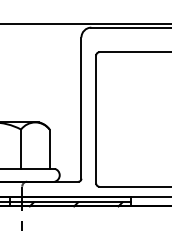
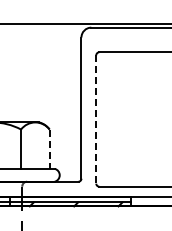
line at (96, 119): solid -> dashed
line at (49, 149): solid -> dashed
